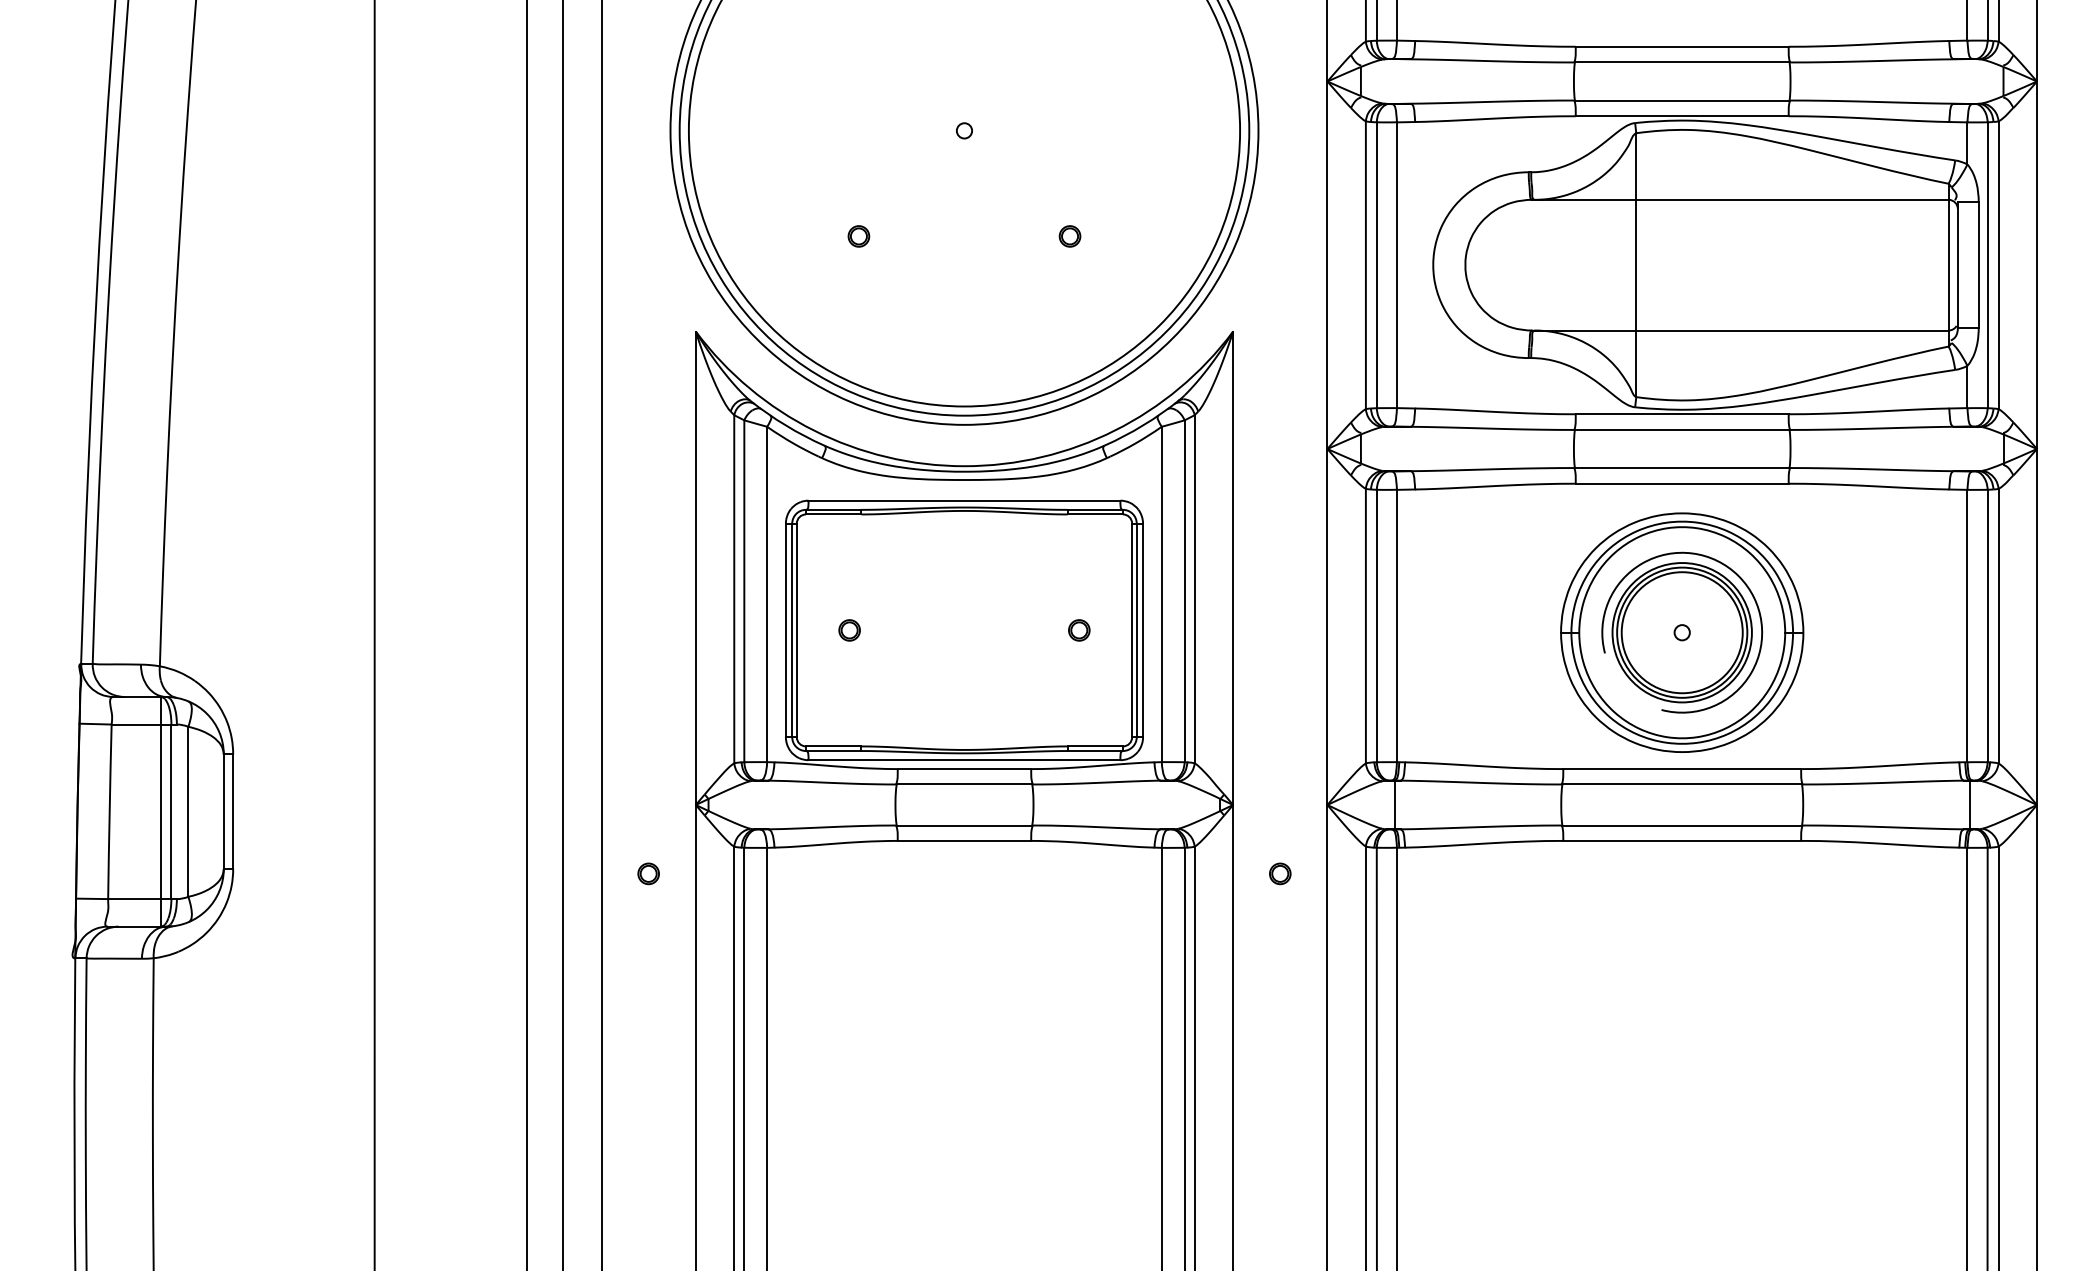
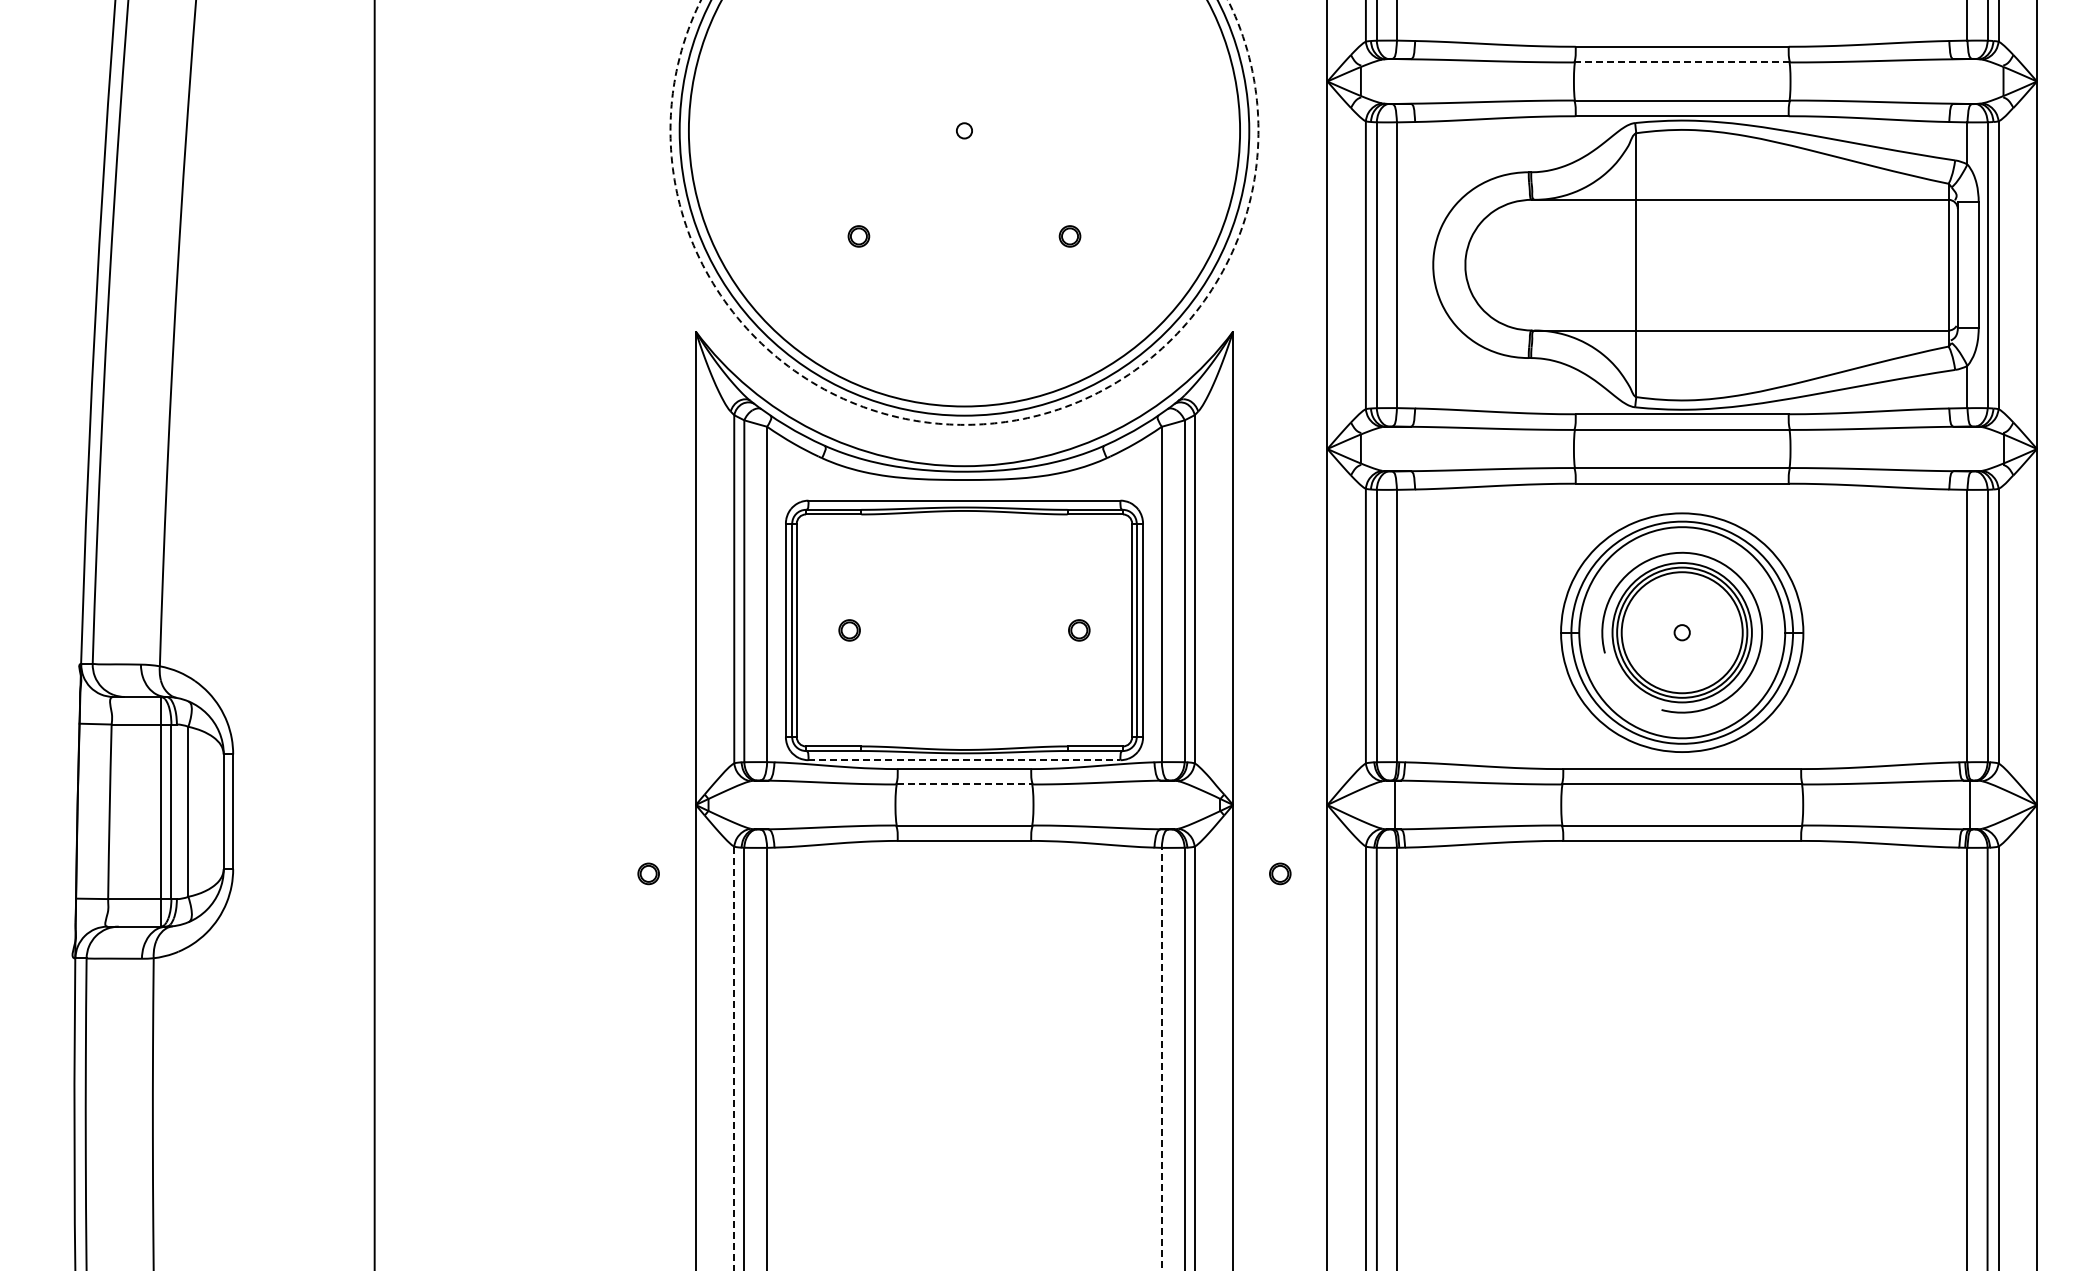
line at (1681, 62): solid -> dashed
circle at (964, 212): solid -> dashed
line at (526, 634): present -> none
line at (563, 634): present -> none
line at (601, 634): present -> none
line at (964, 760): solid -> dashed
line at (964, 784): solid -> dashed
line at (734, 1058): solid -> dashed
line at (1161, 1059): solid -> dashed
